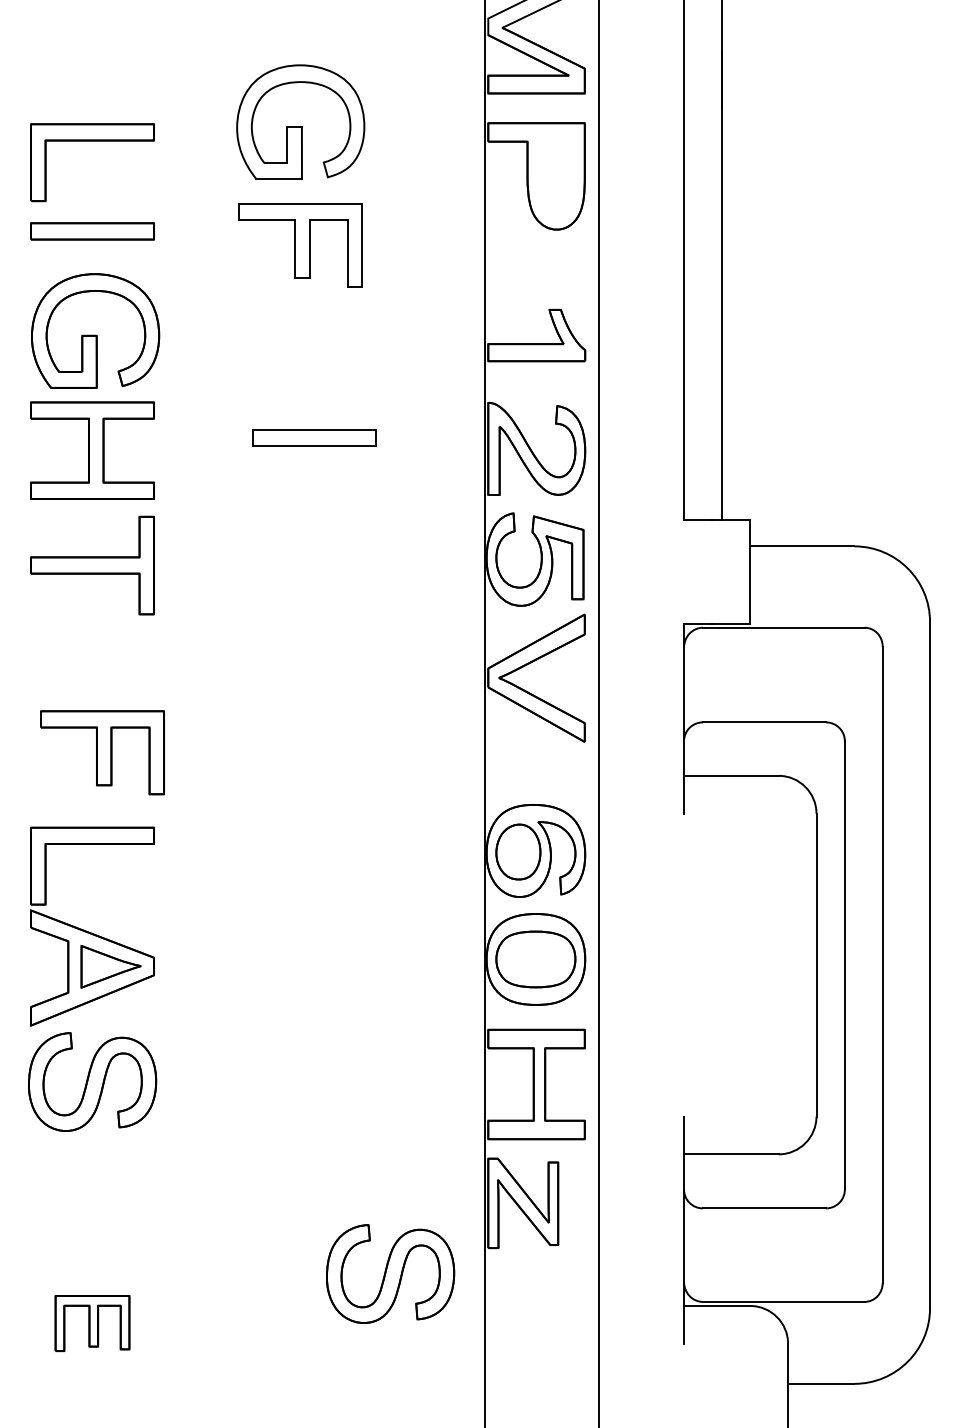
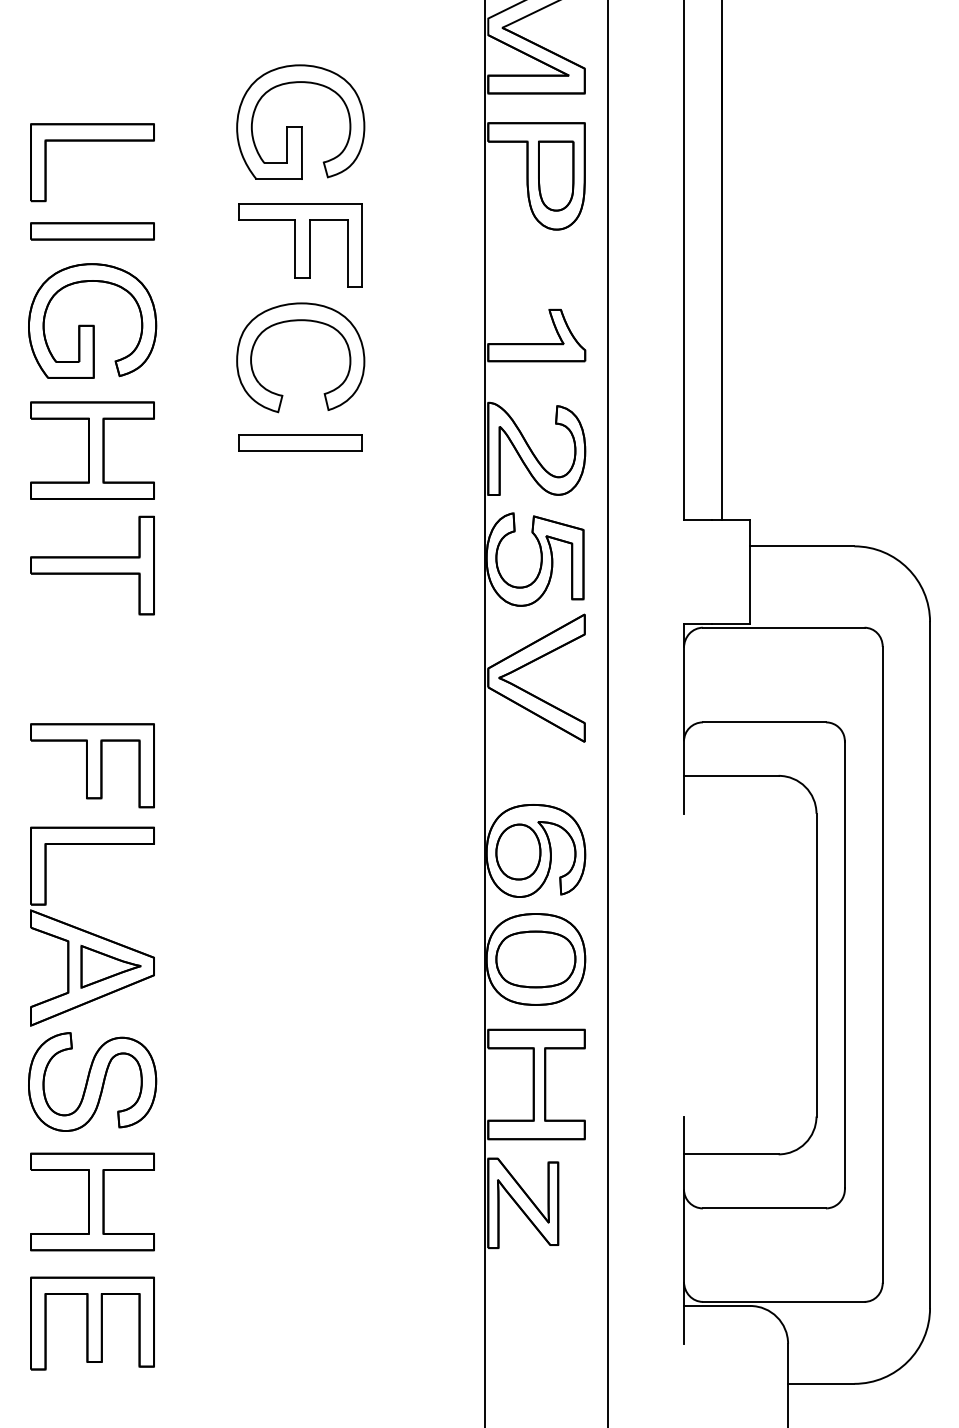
part at (556, 175): none -> present
part at (300, 321): none -> present
part at (95, 330) position: (95, 330) -> (92, 320)
part at (314, 437) position: (314, 437) -> (300, 442)
line at (599, 713) position: (599, 713) -> (608, 713)
part at (102, 752) position: (102, 752) -> (92, 765)
part at (92, 1201): none -> present
part at (390, 1273): present -> none
part at (92, 1323) size: 77x58 px -> 125x95 px
